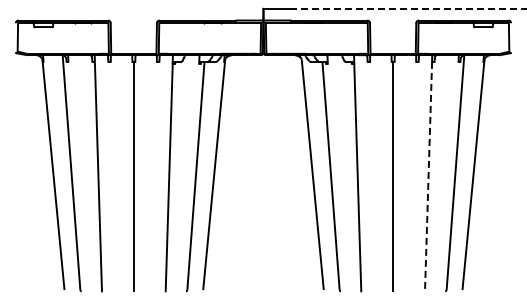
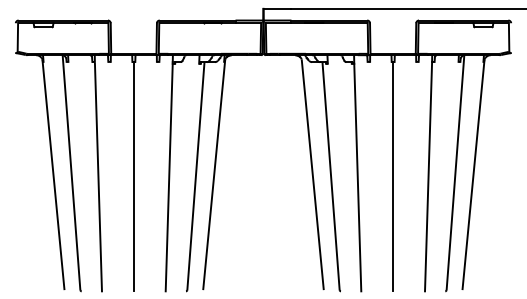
line at (408, 8): dashed -> solid
line at (428, 176): dashed -> solid
